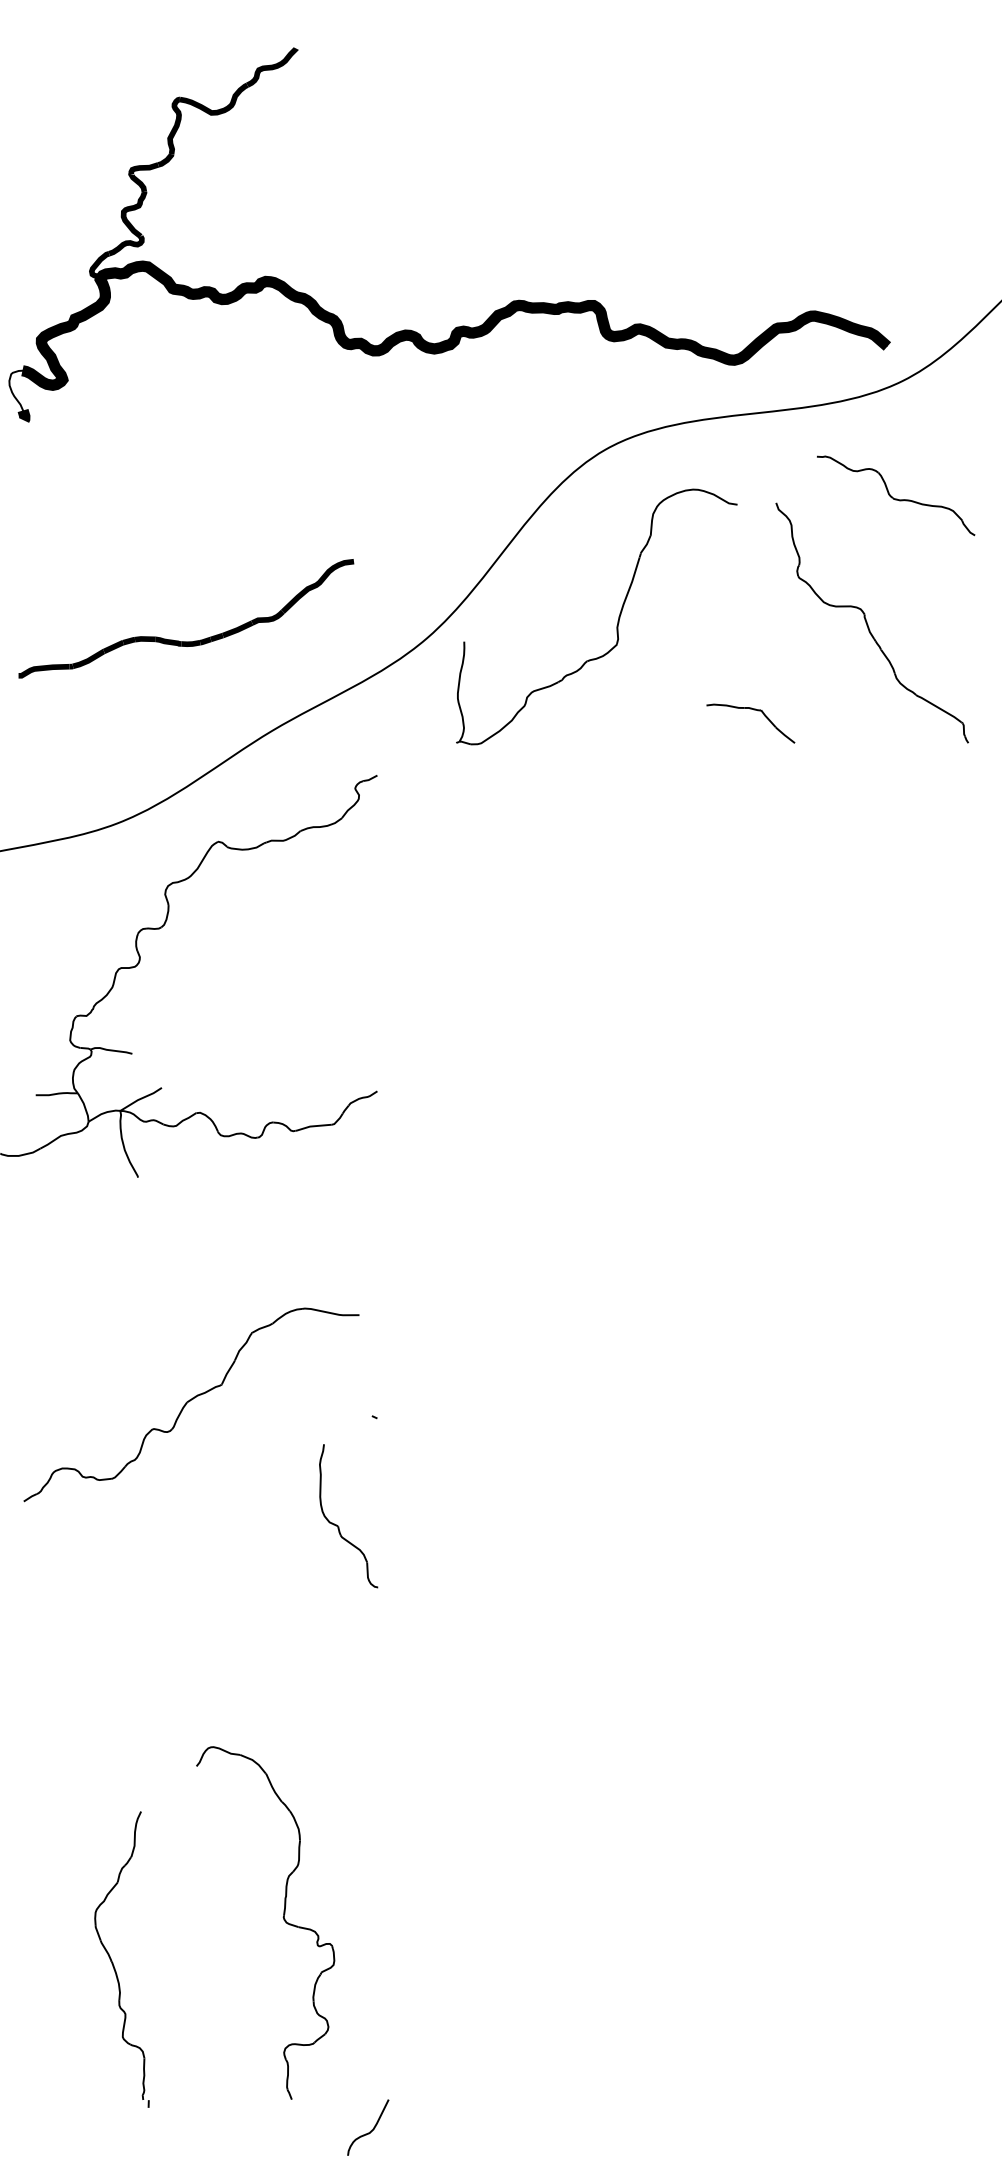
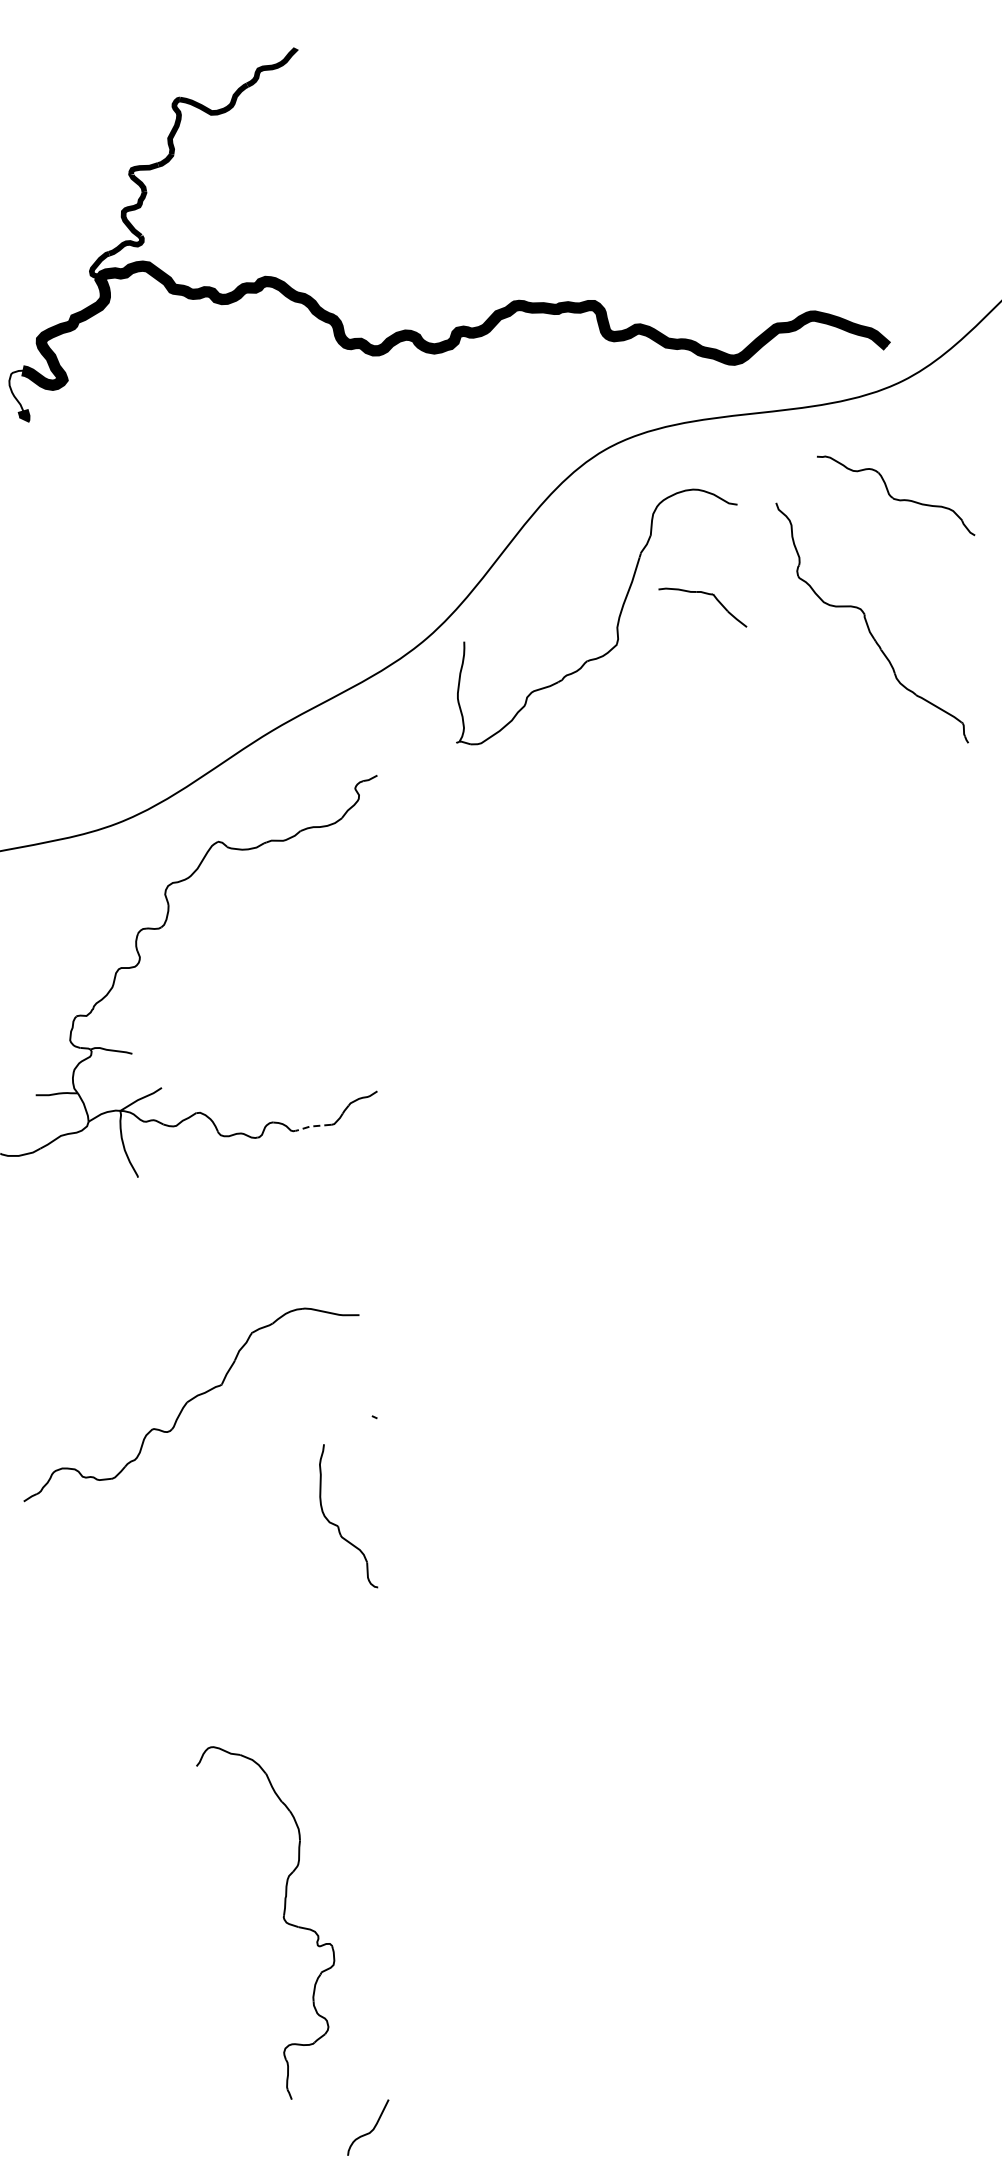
part at (186, 641): present -> none
part at (753, 710) position: (753, 710) -> (705, 594)
line at (311, 1126): solid -> dashed
part at (113, 1962): present -> none
